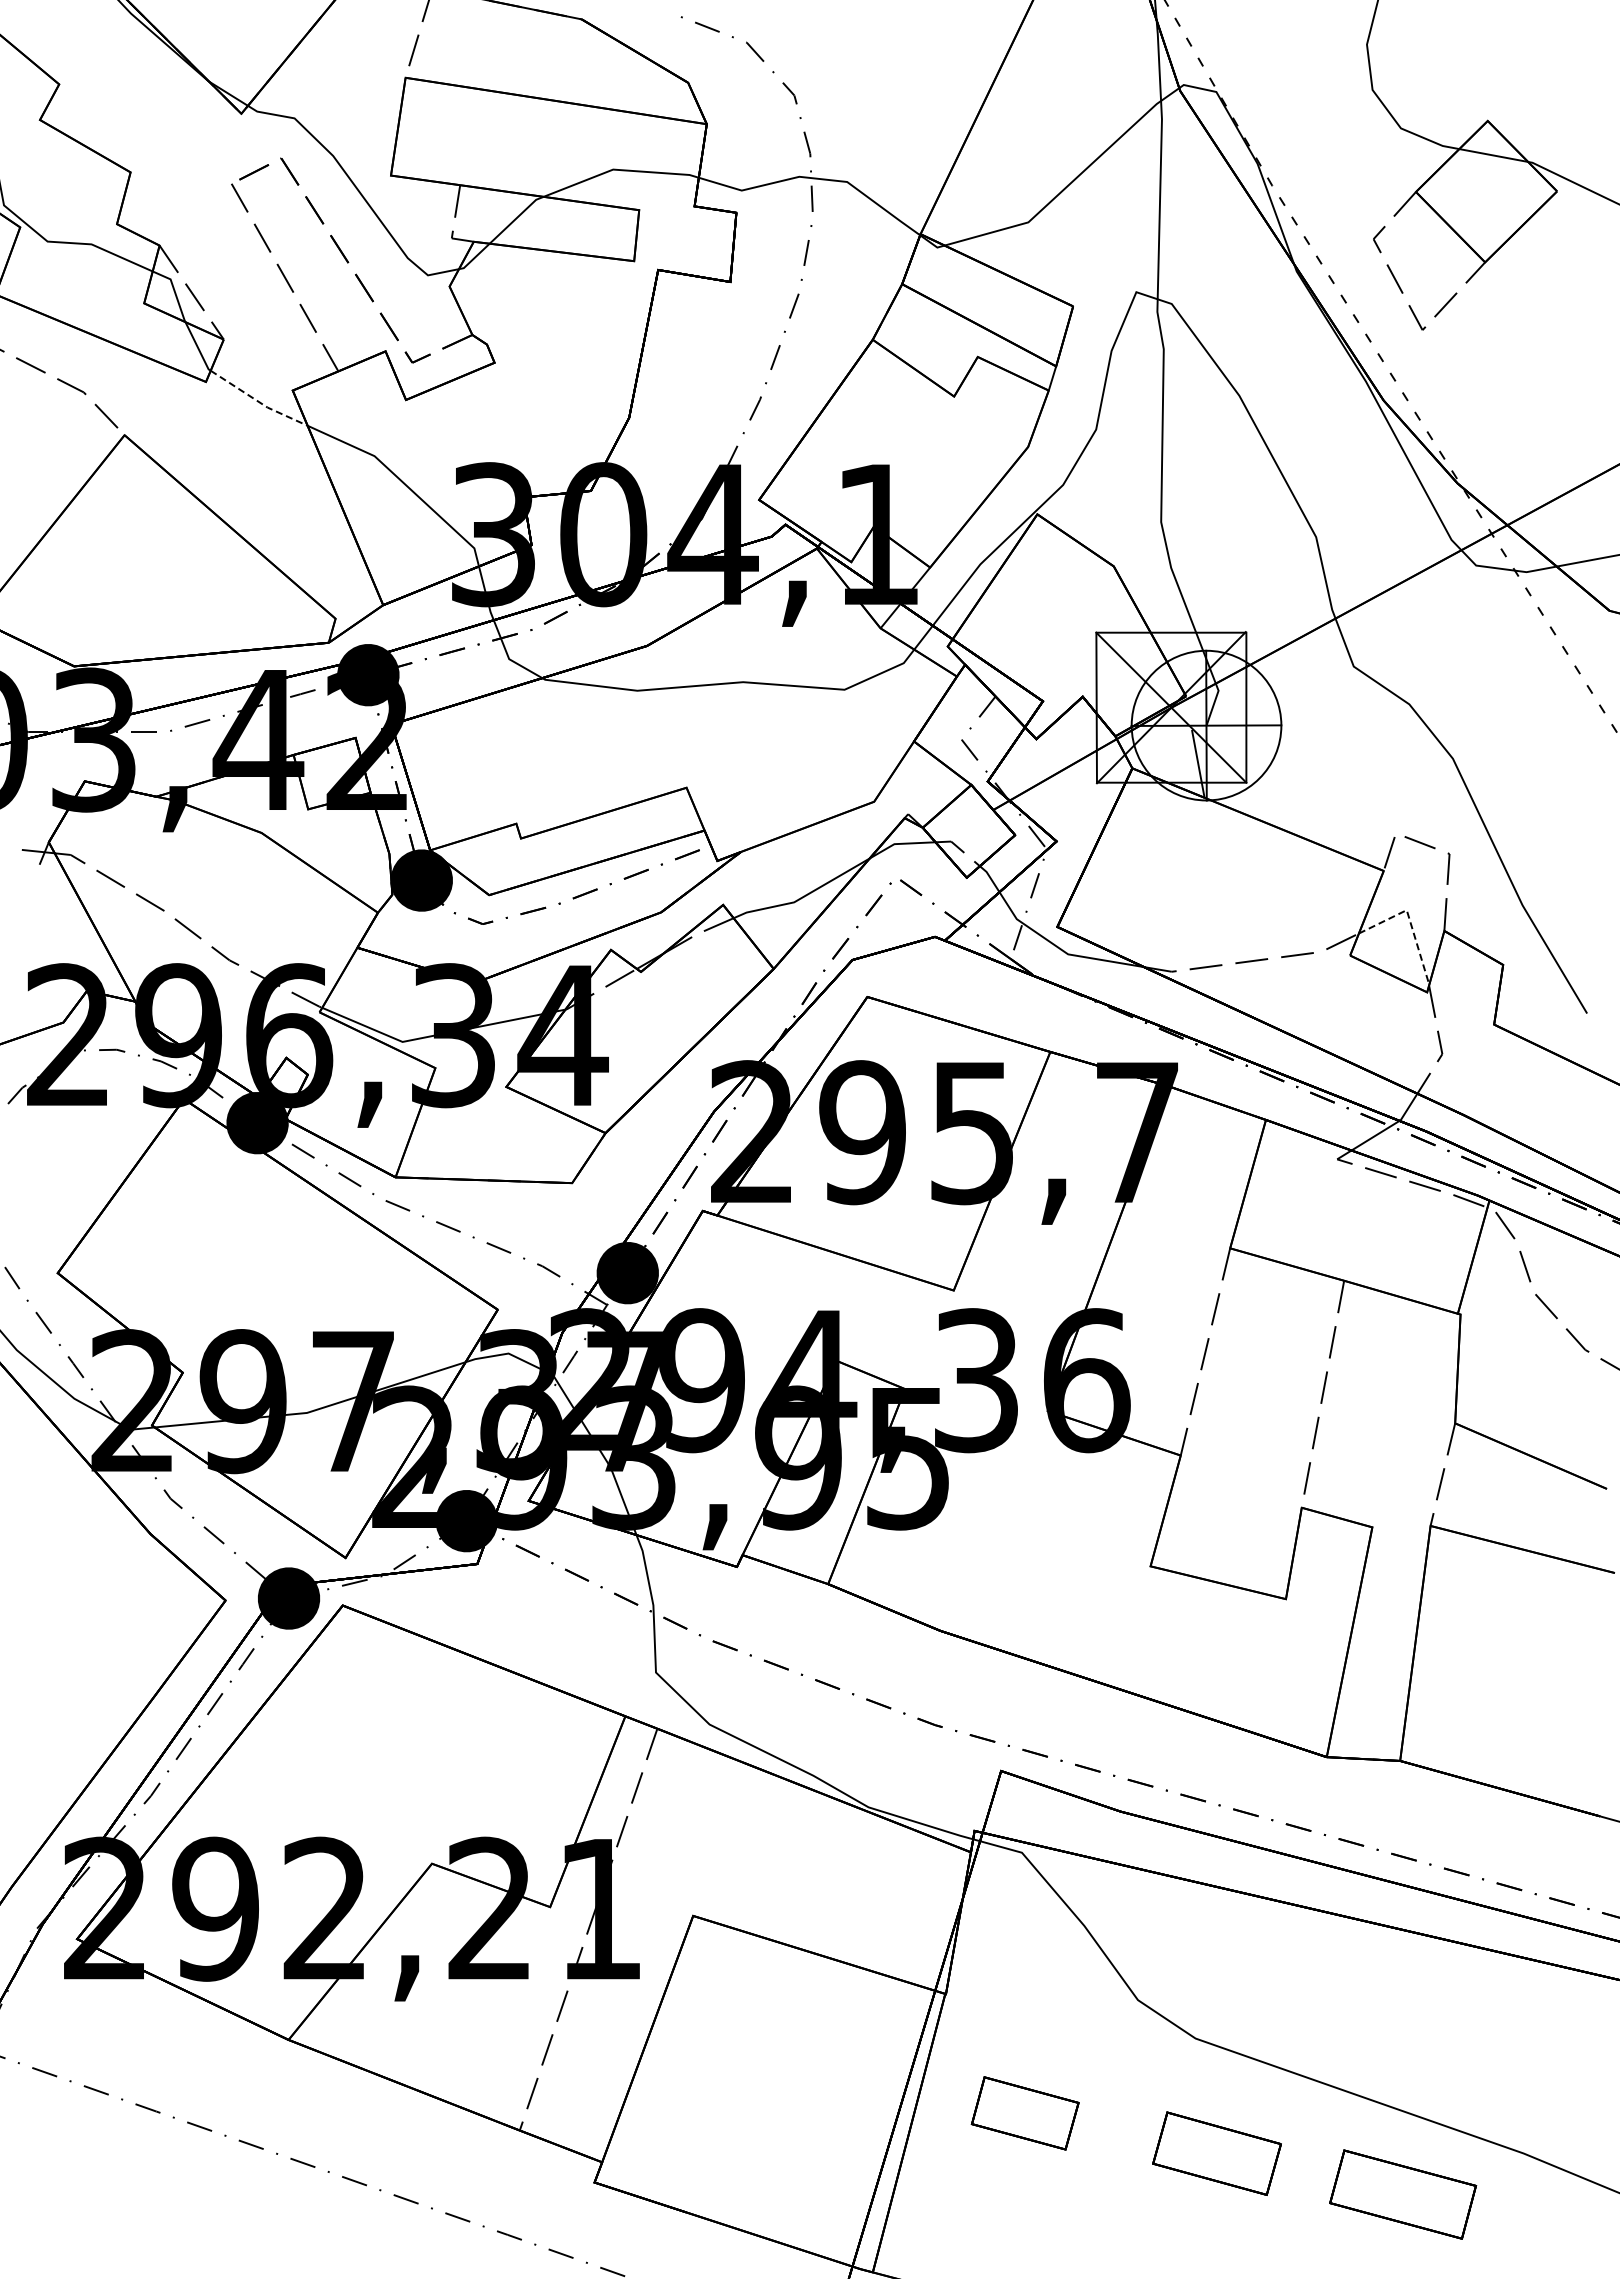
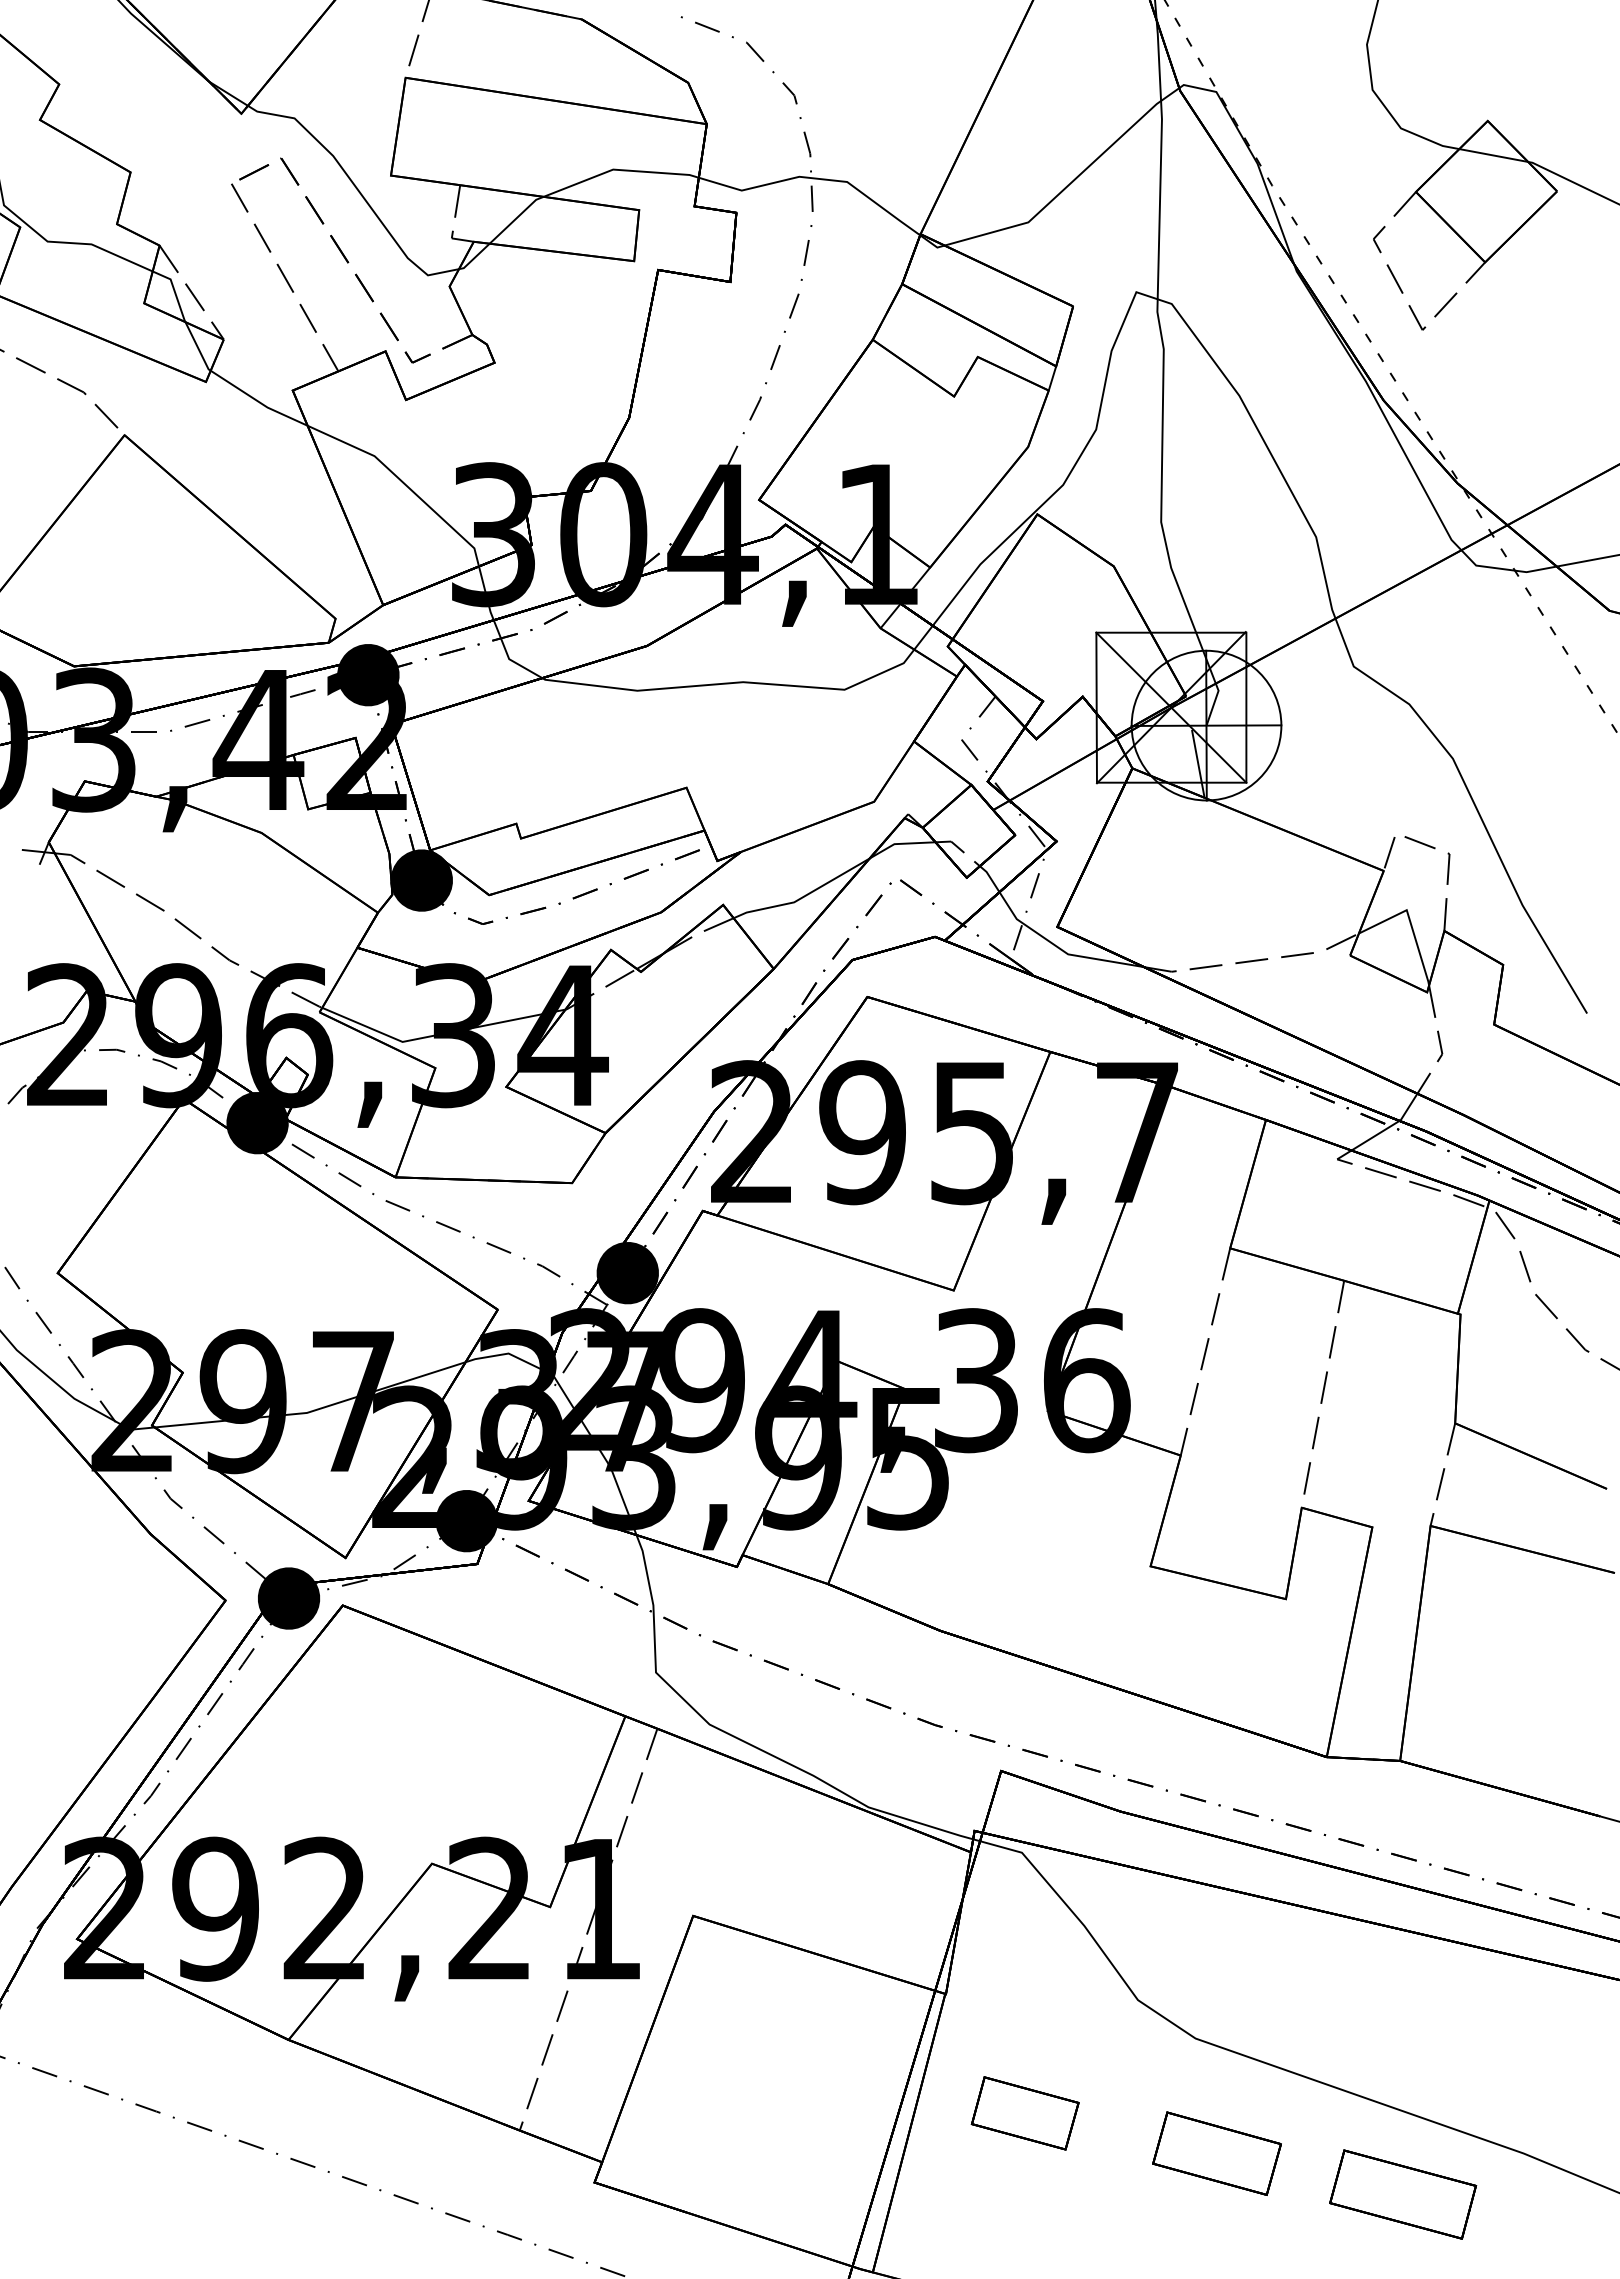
line at (258, 401): dashed -> solid
line at (1410, 922): dashed -> solid
